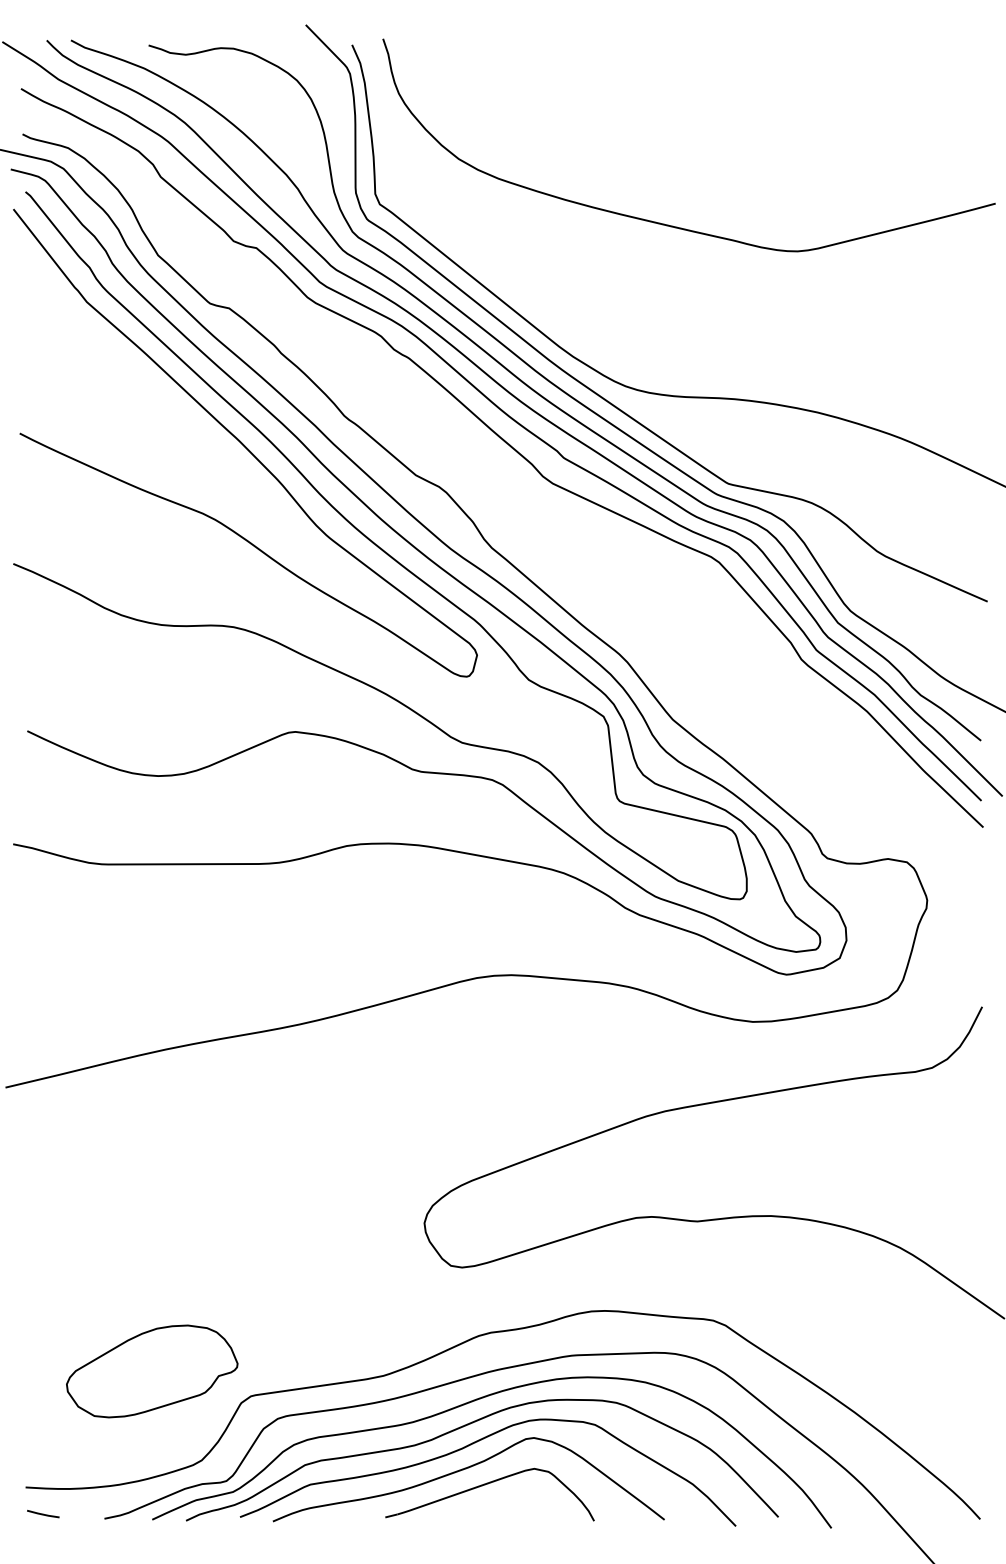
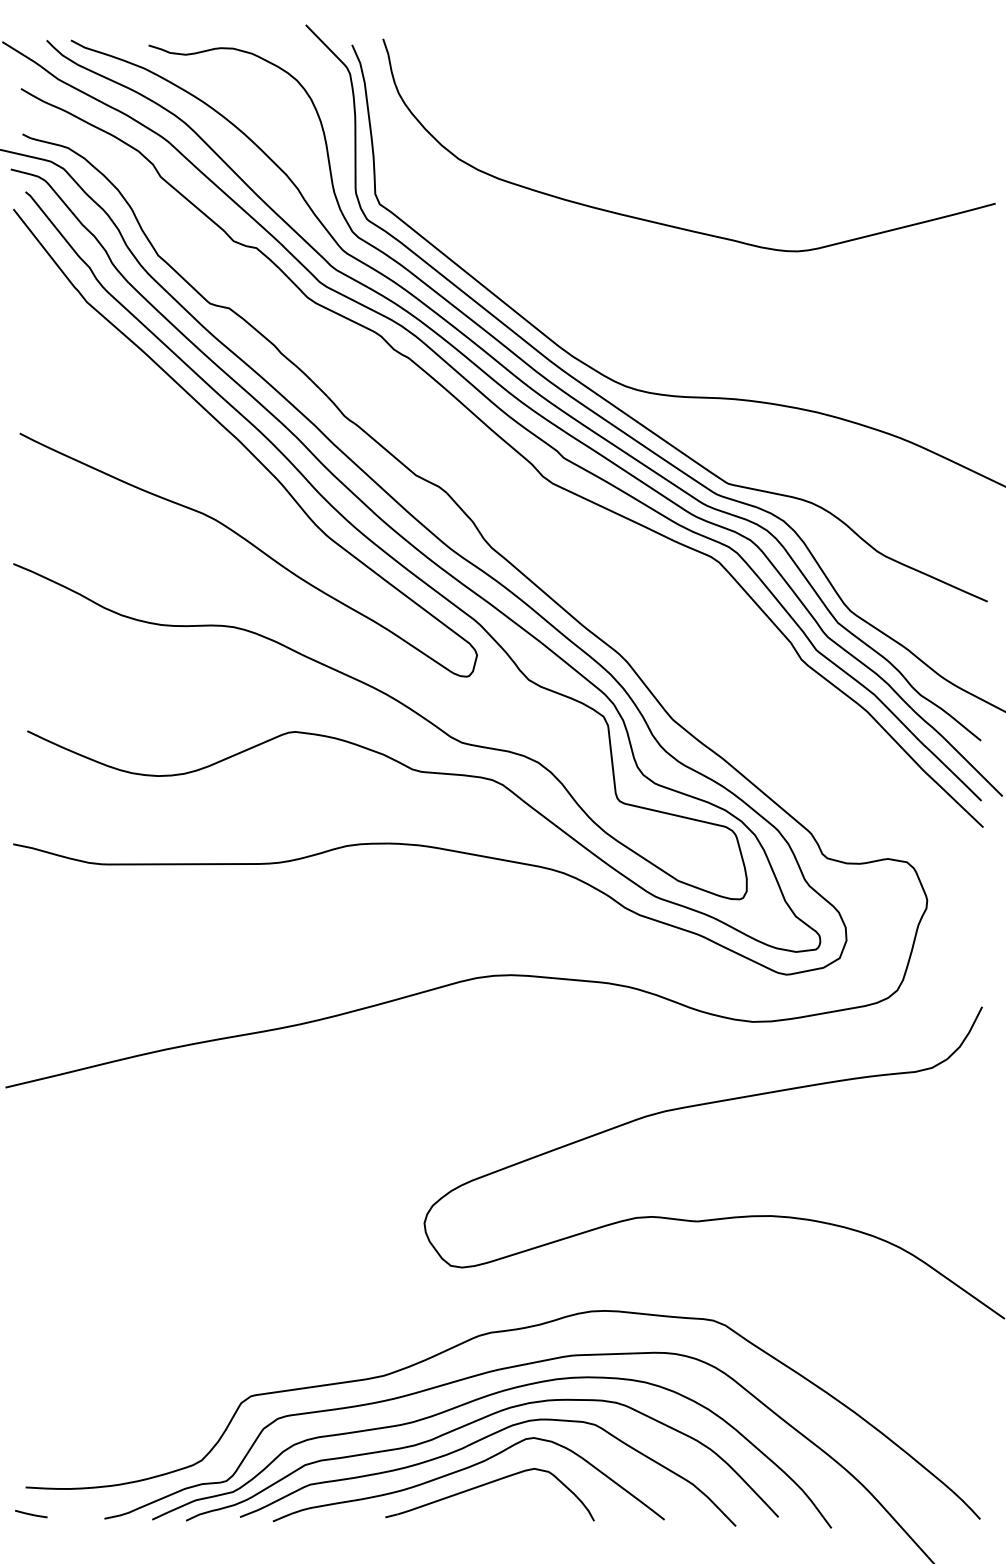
part at (152, 1371): present -> none
line at (43, 1513) position: (43, 1513) -> (31, 1513)
